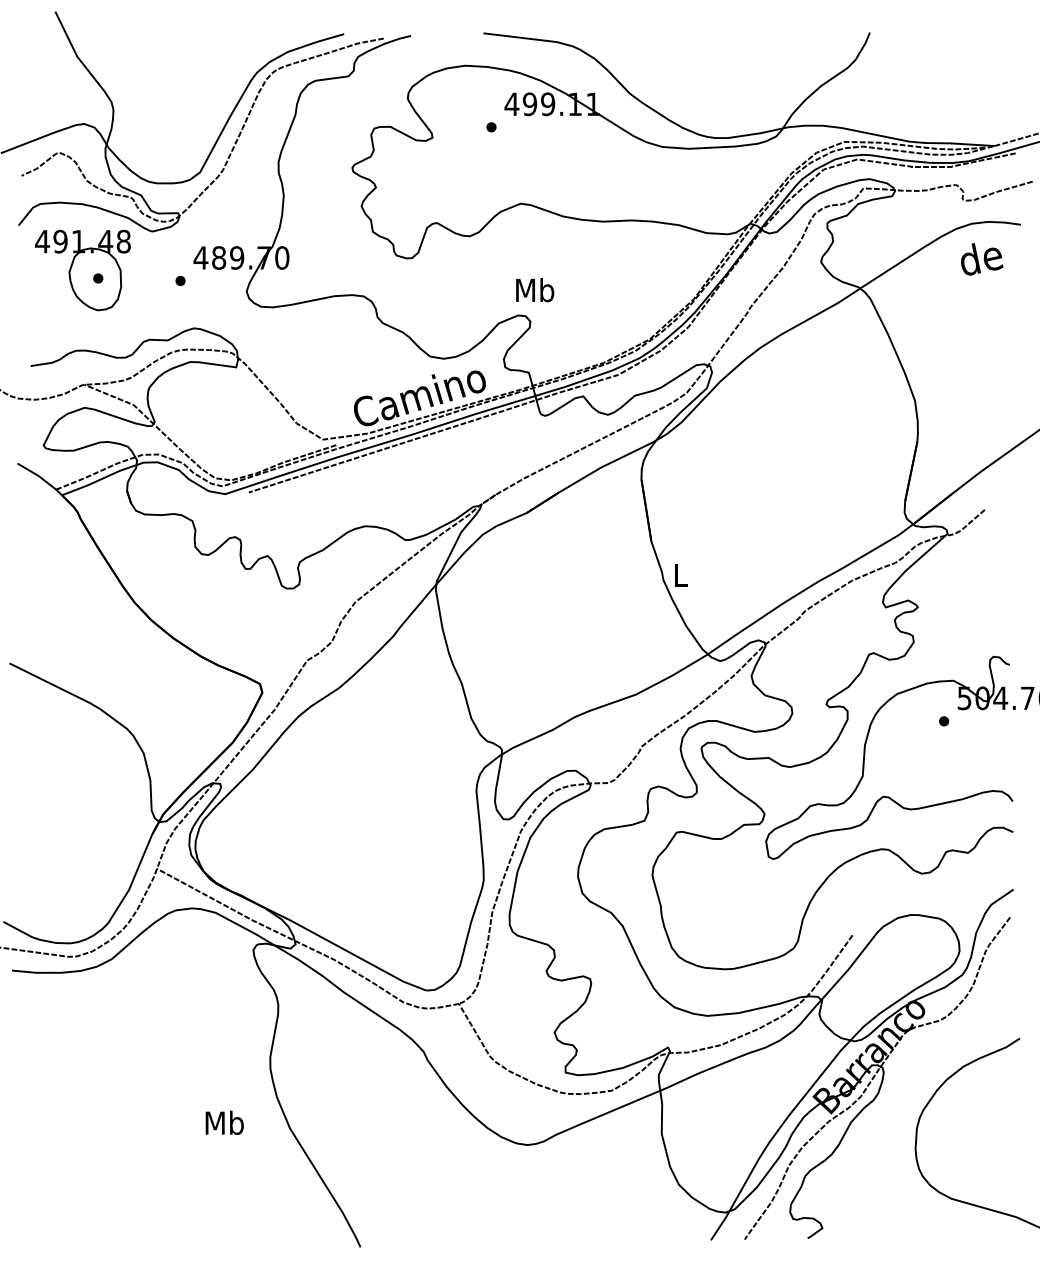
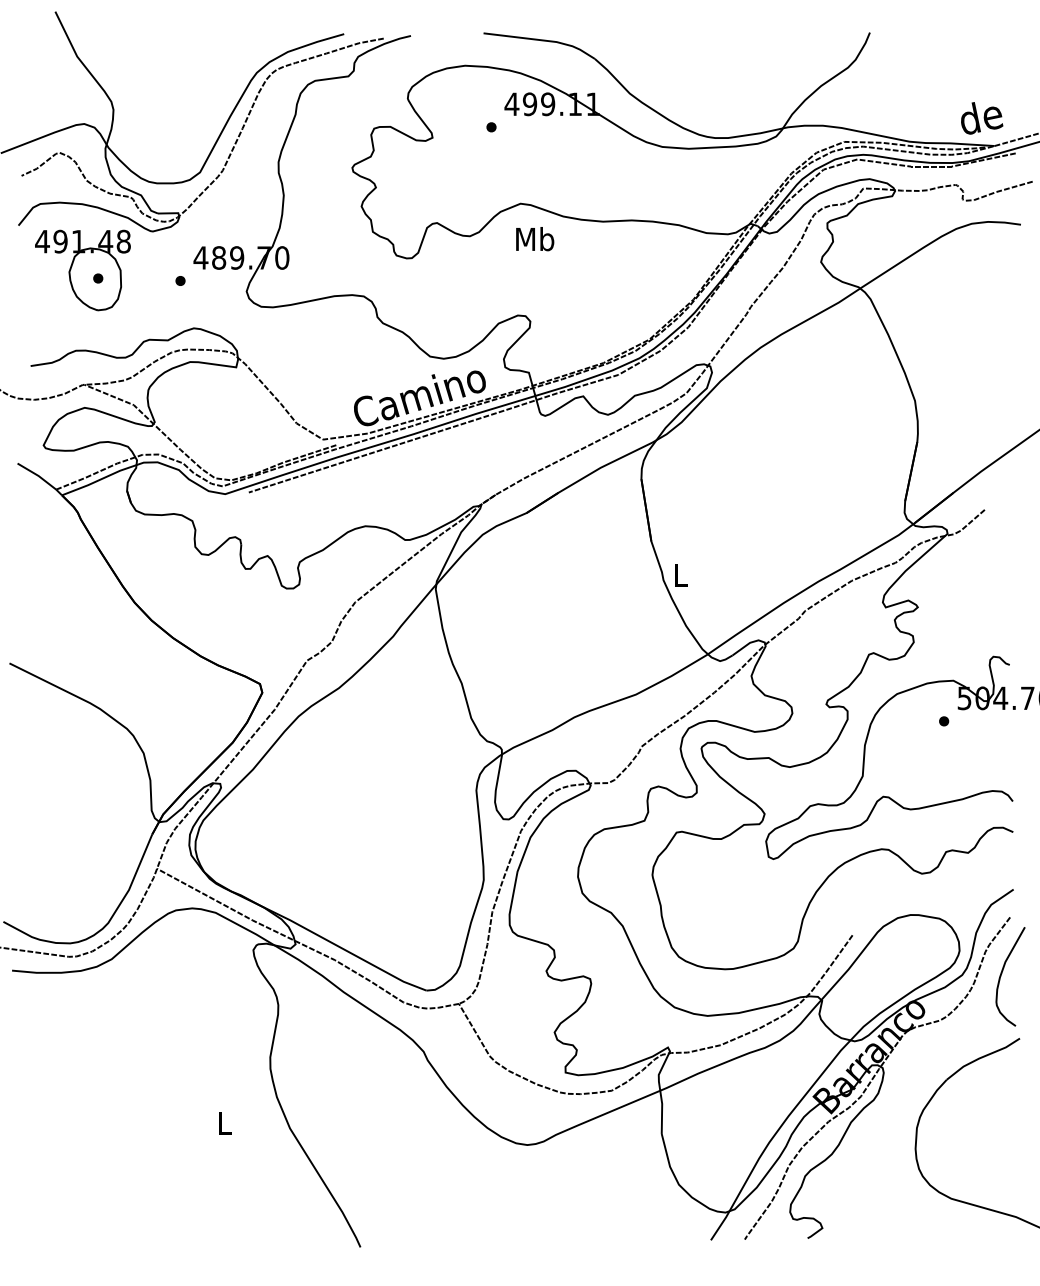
text at (982, 259) position: (982, 259) -> (982, 118)
text at (535, 290) position: (535, 290) -> (535, 239)
curve at (1002, 973): none -> present
text at (224, 1122): Mb -> L
